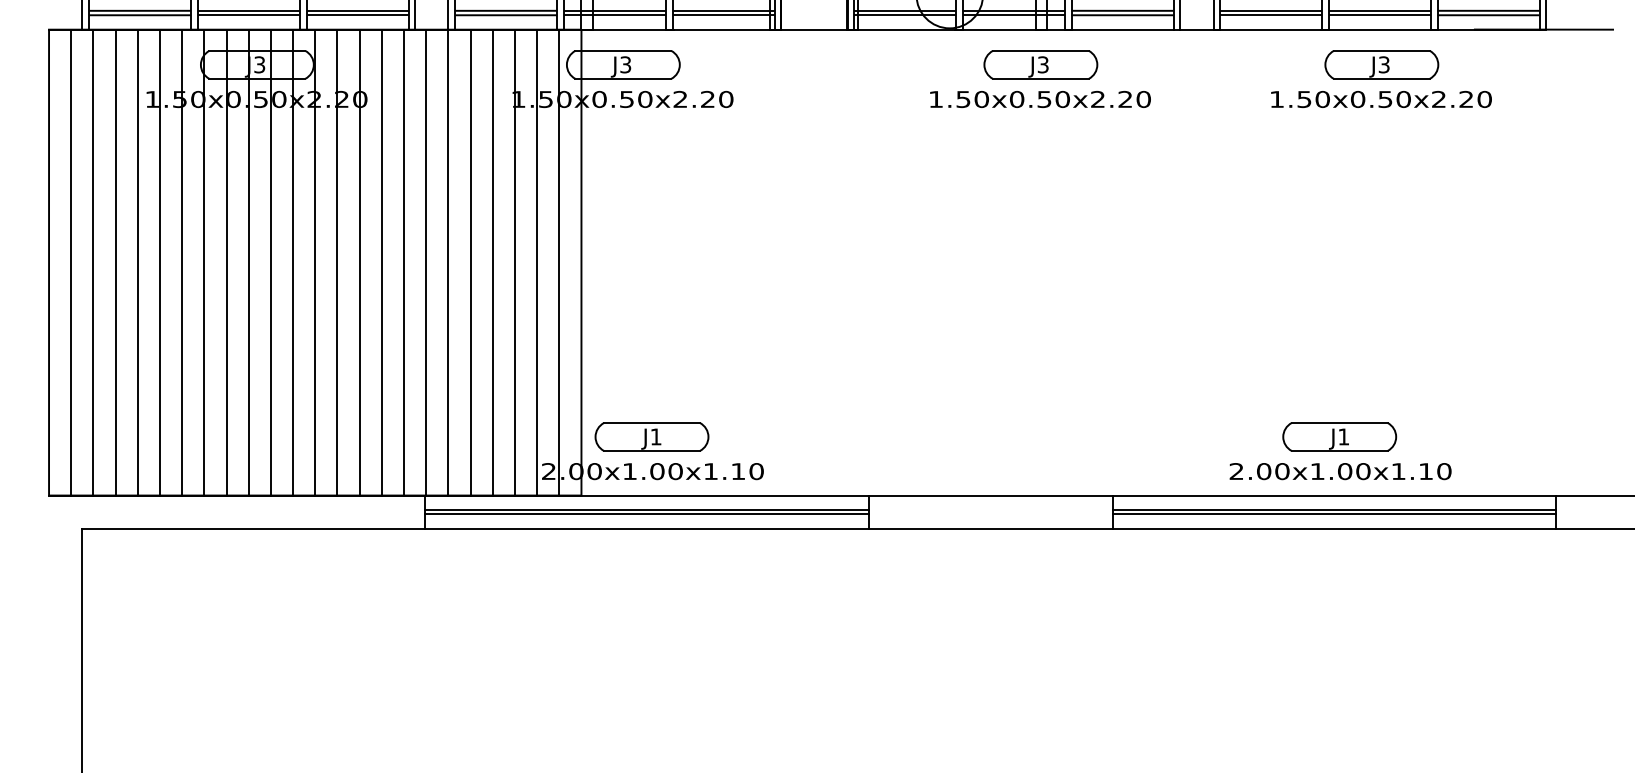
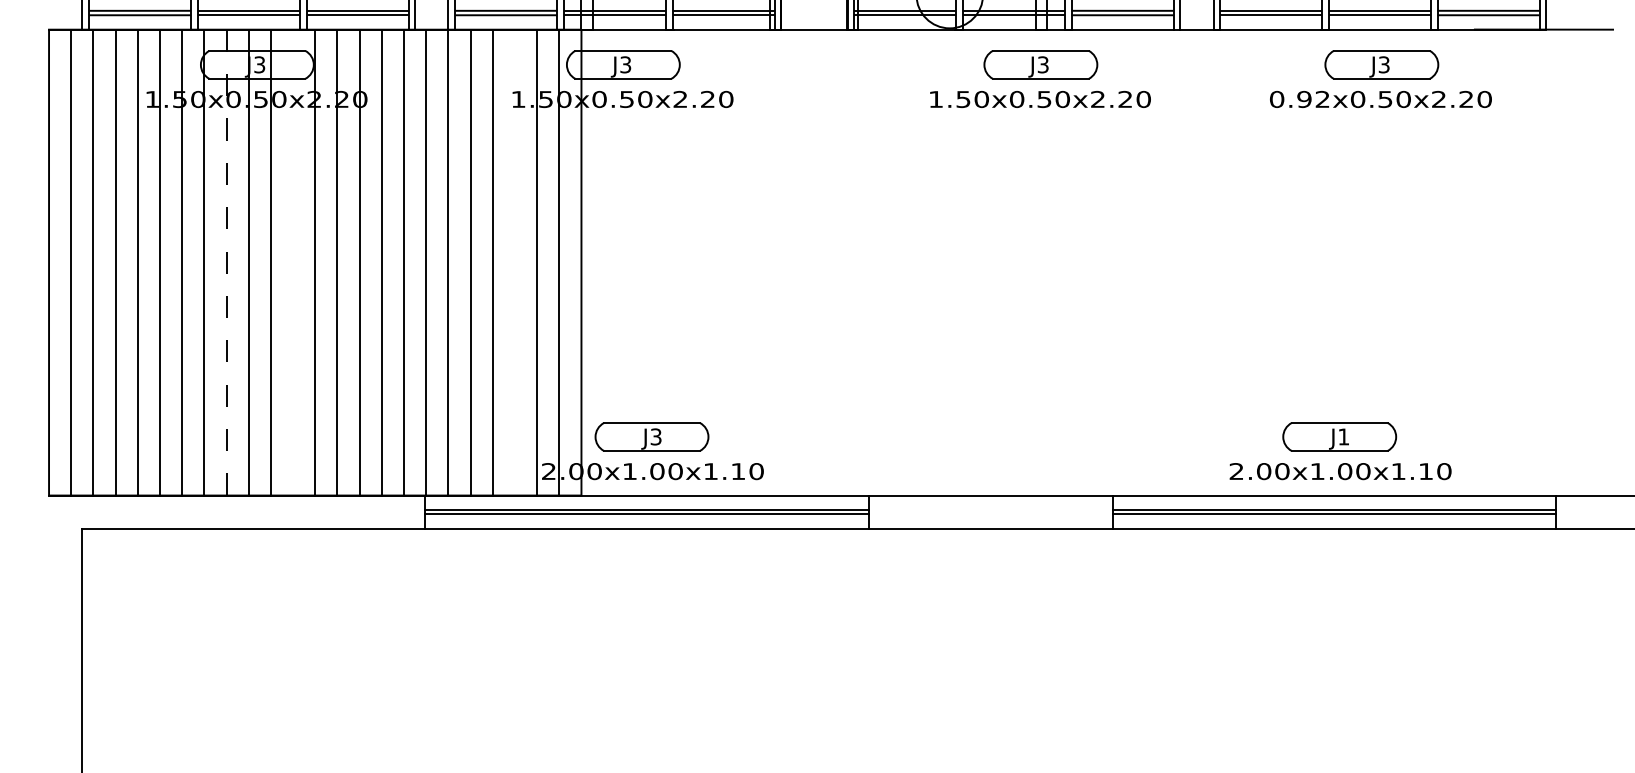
text at (1299, 99): 1.50x0.50x2.20 -> 0.92x0.50x2.20
line at (226, 262): solid -> dashed
line at (293, 262): present -> none
line at (514, 262): present -> none
text at (655, 436): J1 -> J3
